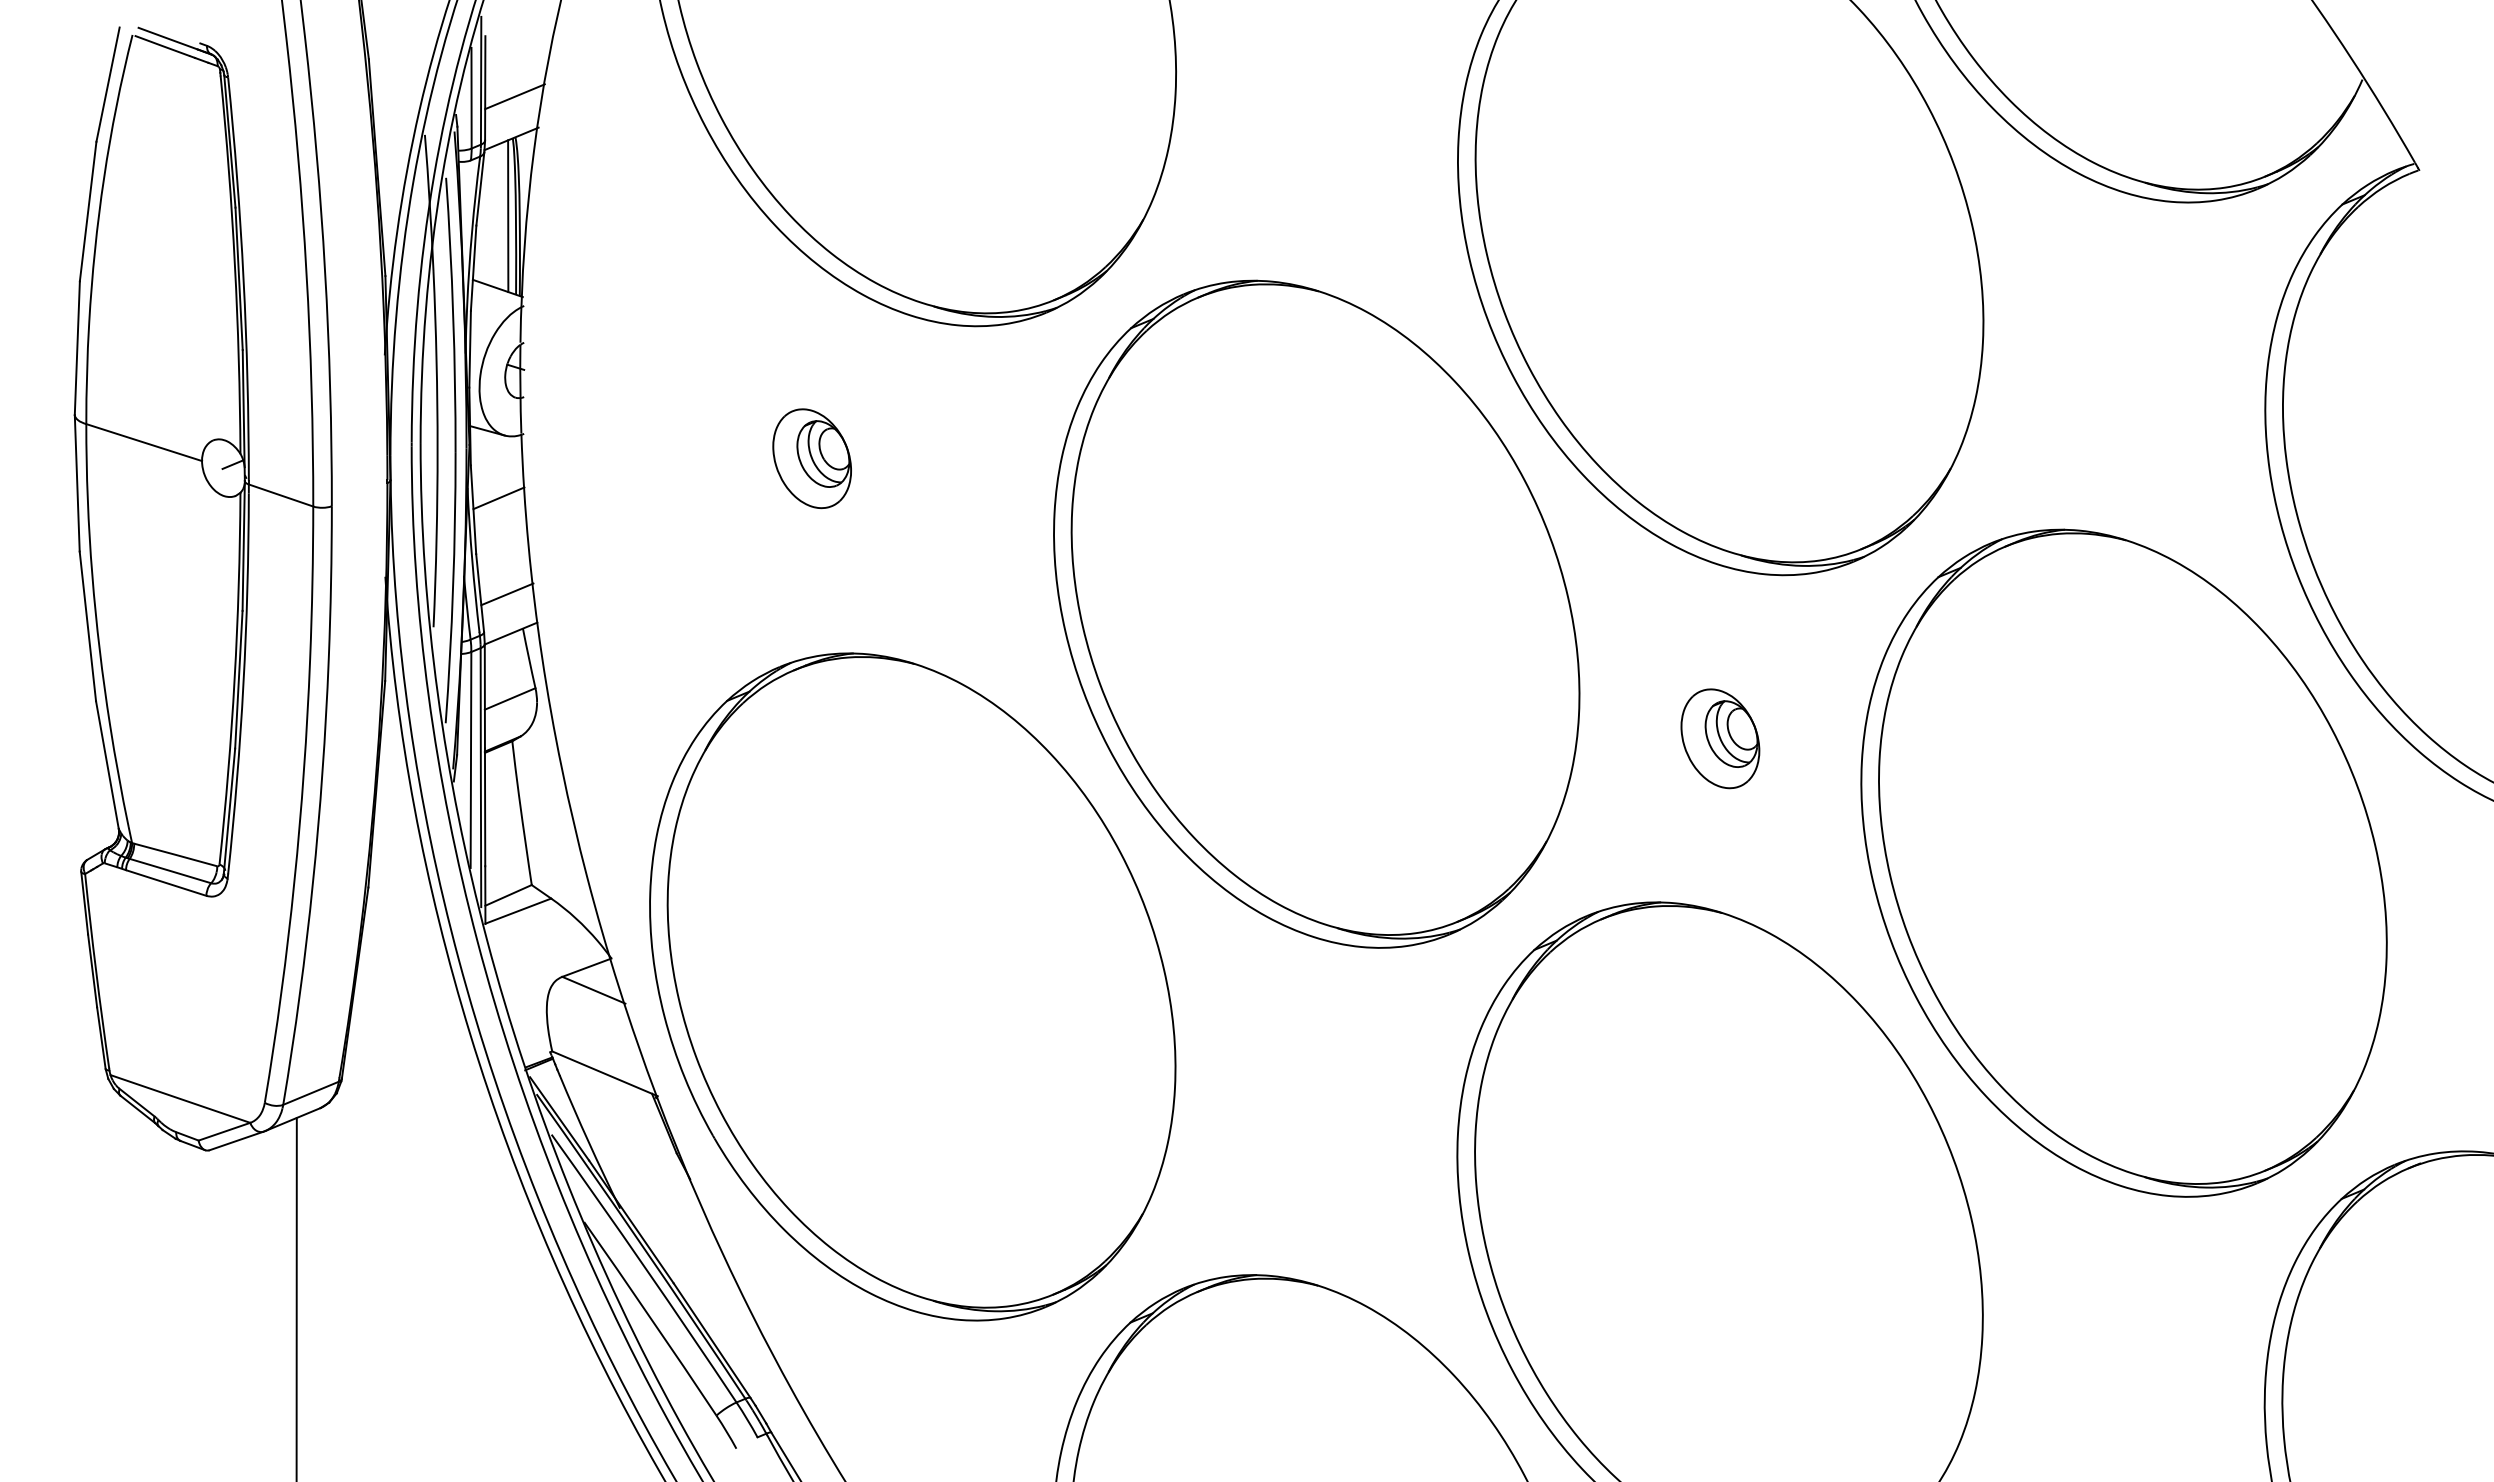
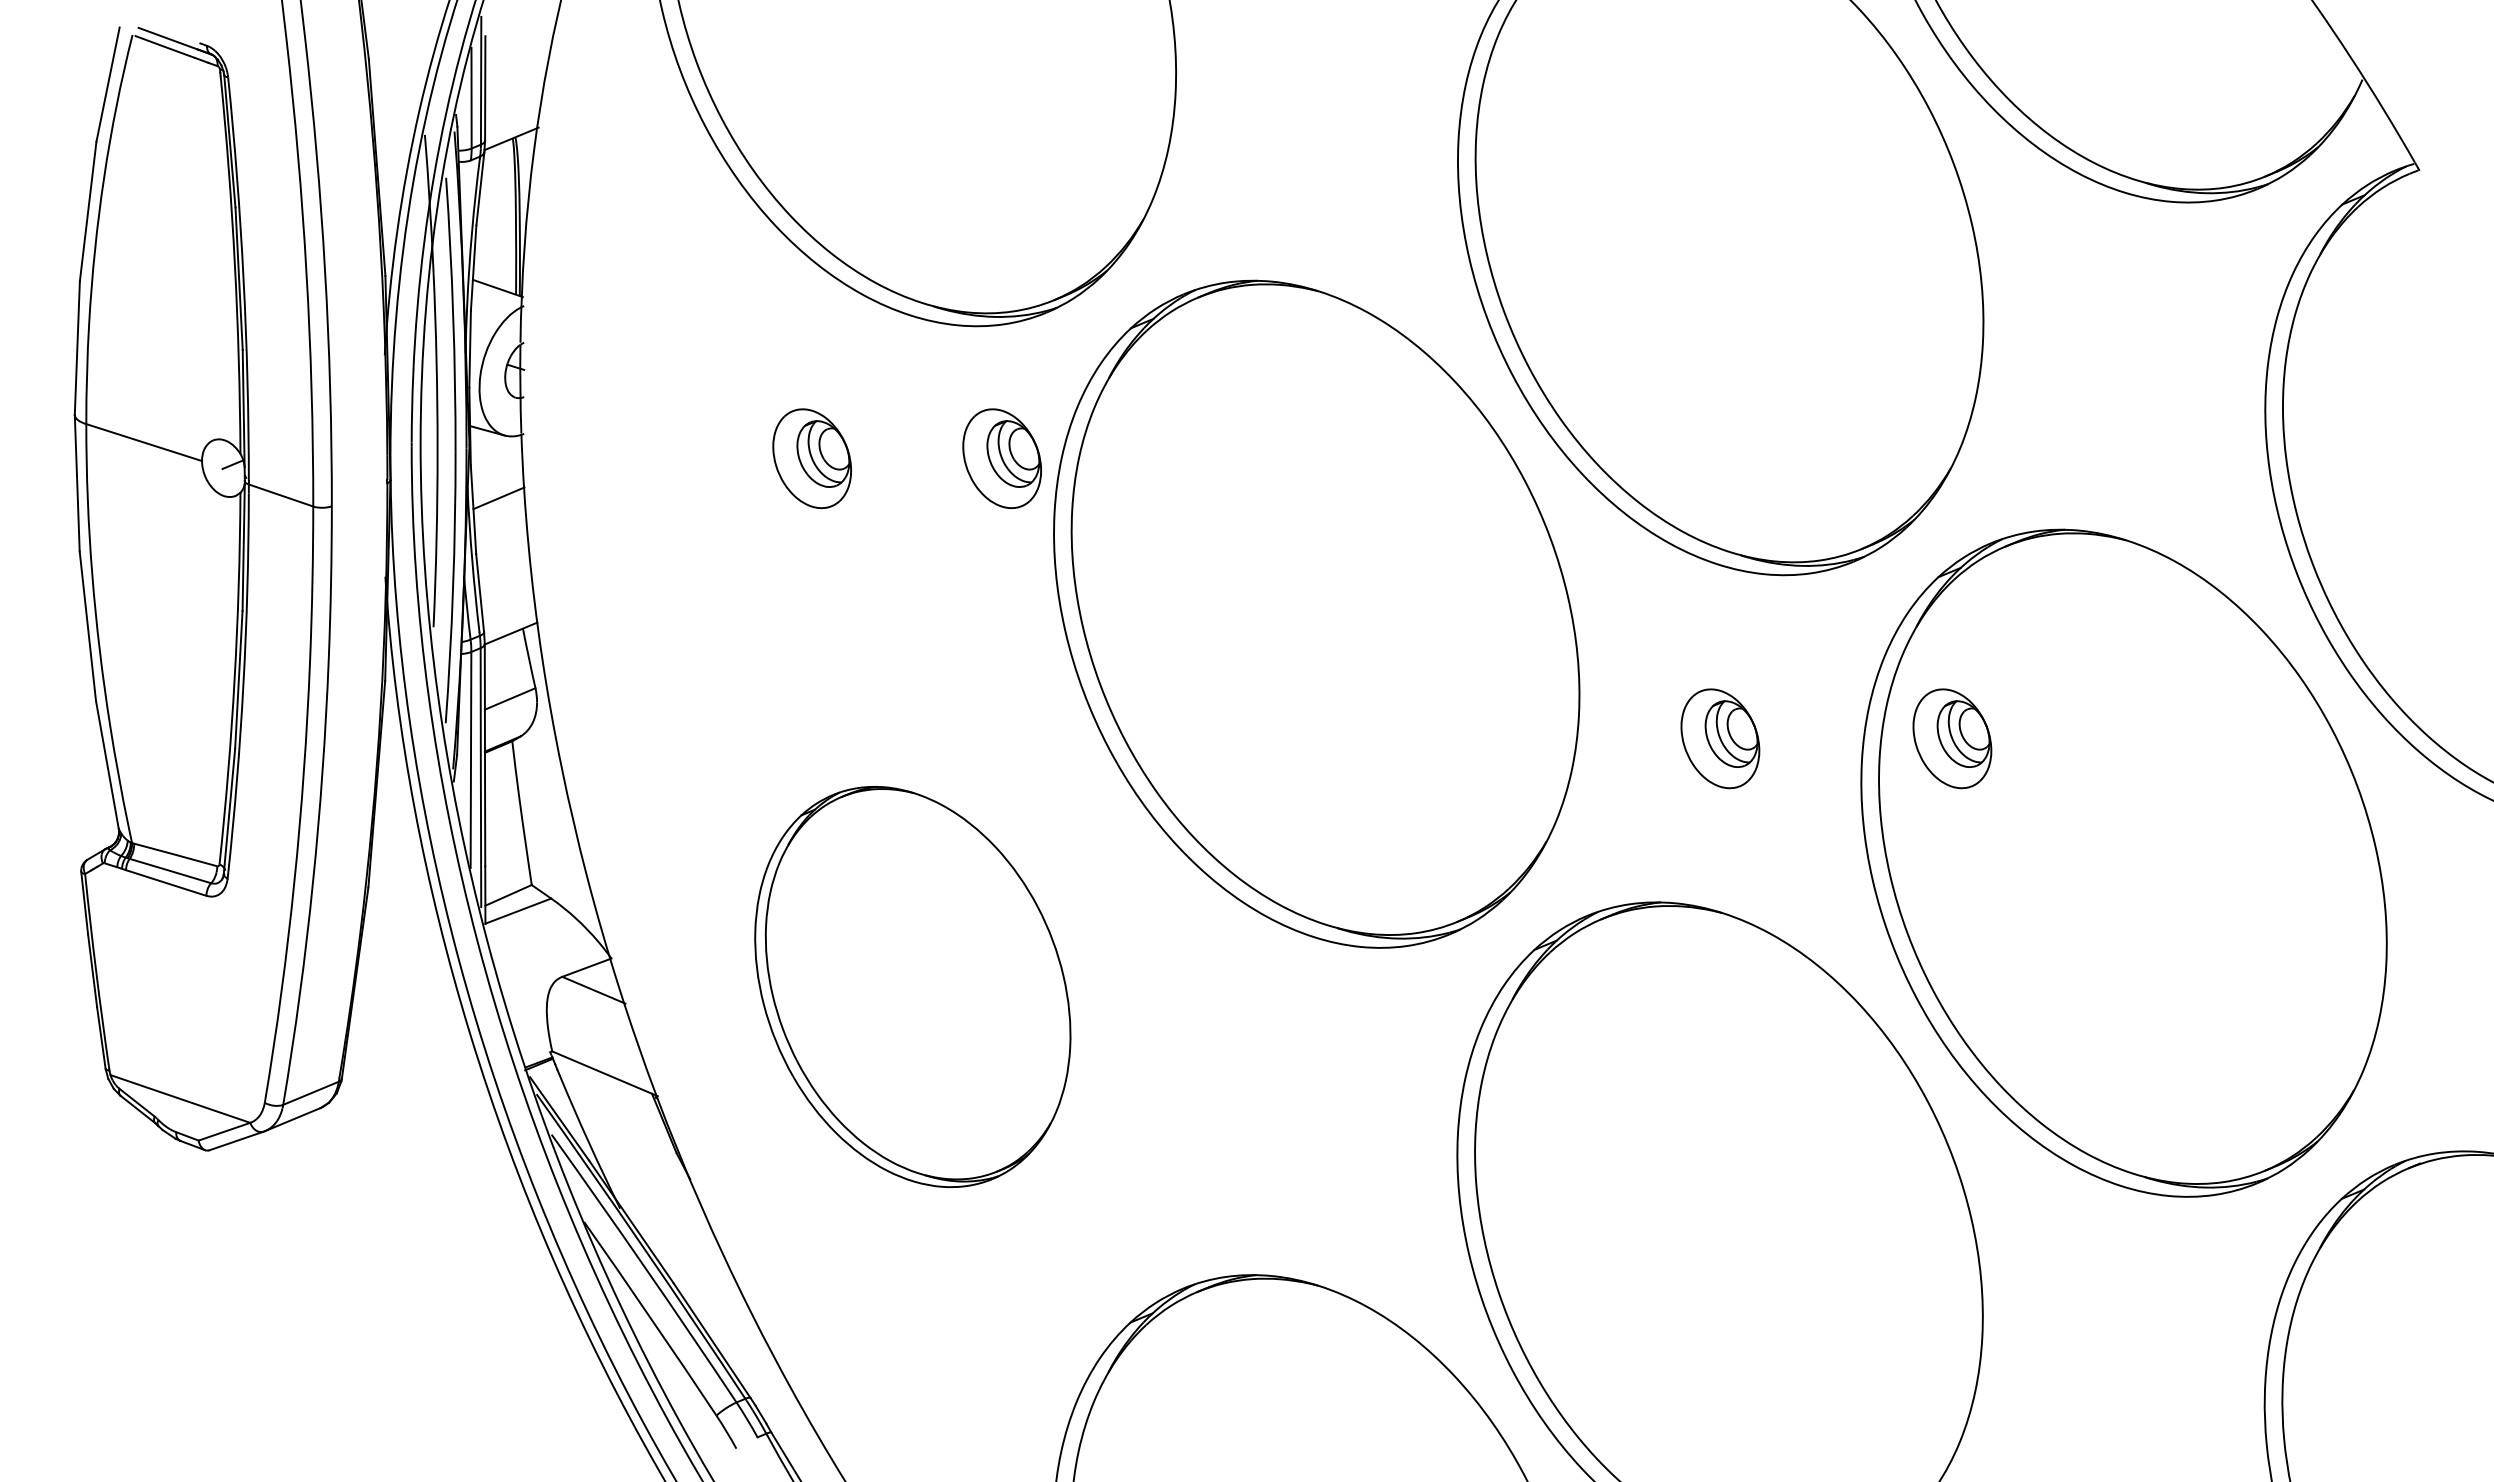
line at (514, 96): present -> none
line at (508, 216): present -> none
part at (1001, 458): none -> present
line at (507, 594): present -> none
part at (1952, 738): none -> present
part at (912, 986) size: 528x670 px -> 318x403 px
line at (296, 1297): present -> none
